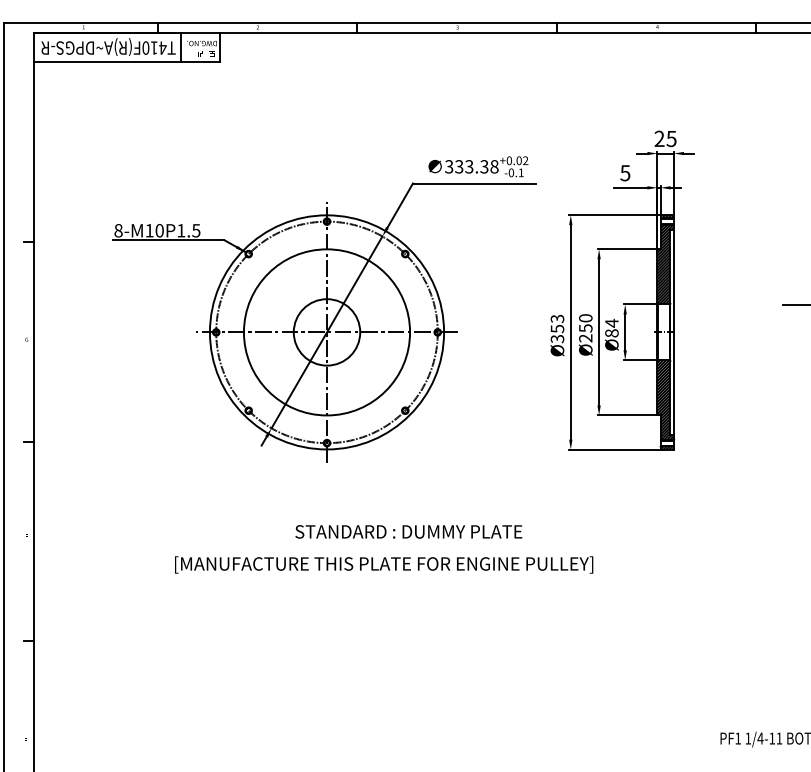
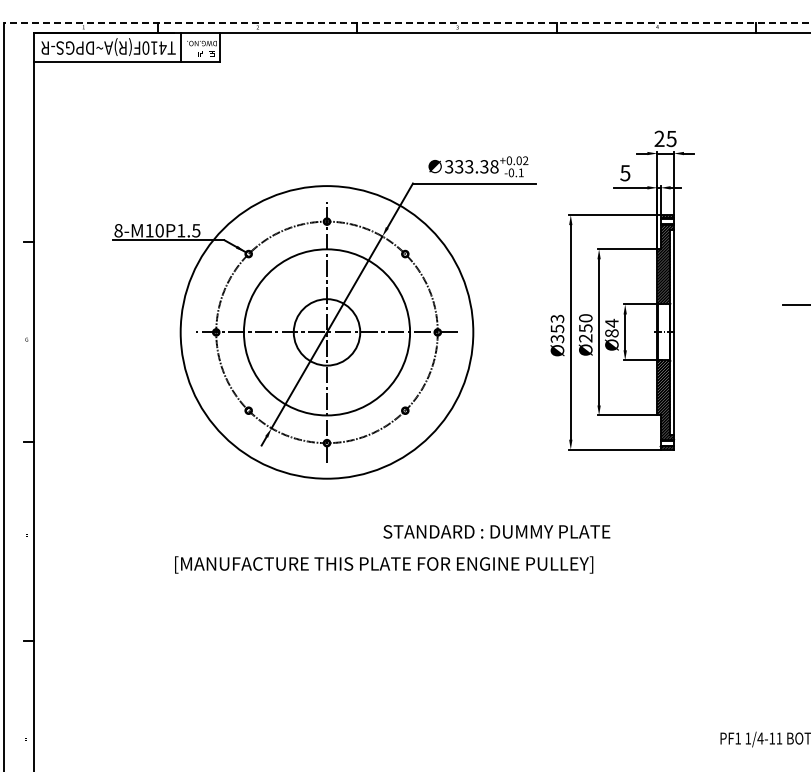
line at (407, 23): solid -> dashed
circle at (326, 332) diameter: 234 px -> 293 px
text at (408, 531) position: (408, 531) -> (496, 531)
